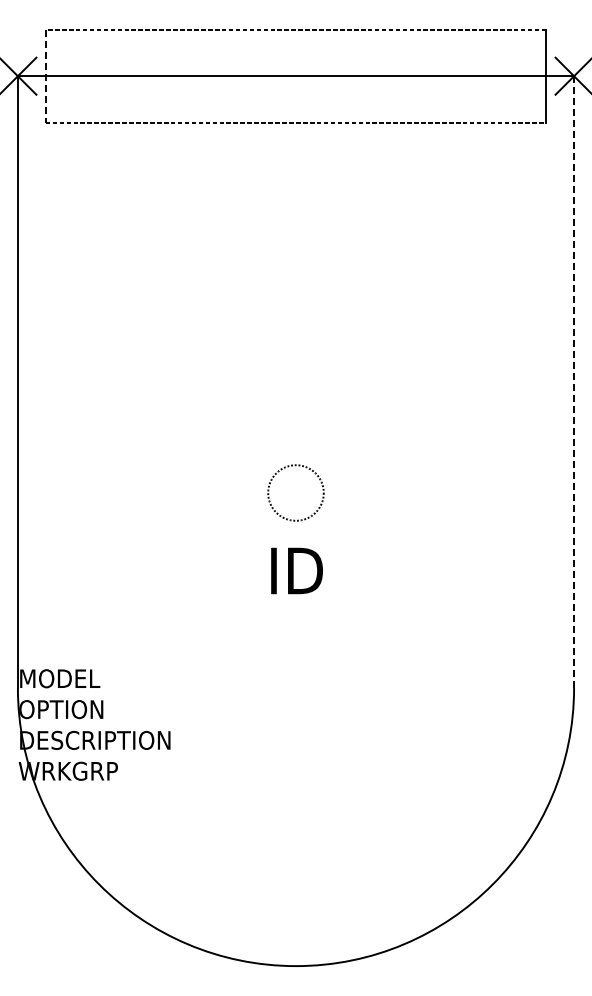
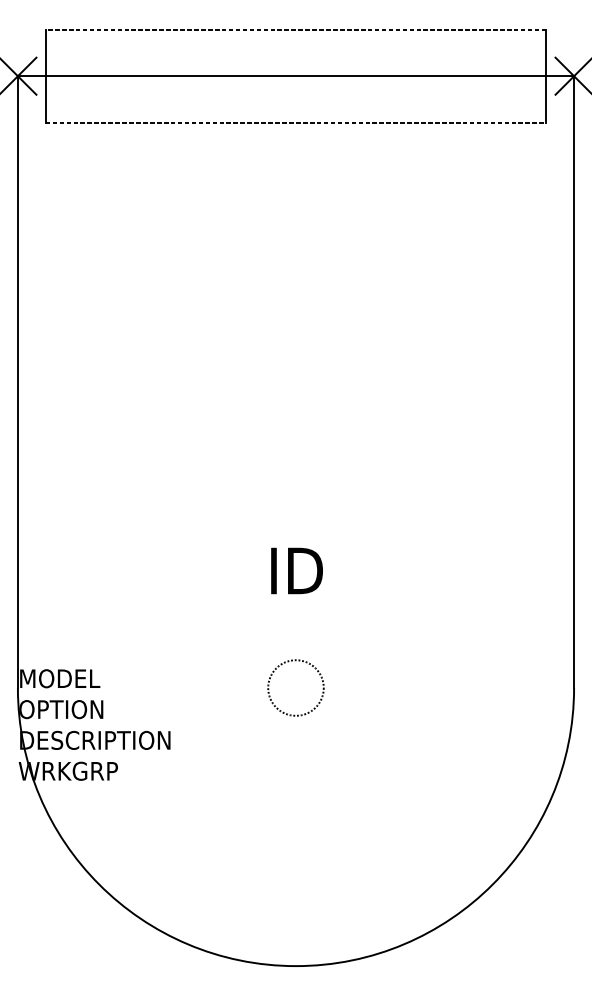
line at (45, 76): dashed -> solid
line at (574, 382): dashed -> solid
circle at (295, 492) position: (295, 492) -> (295, 687)
